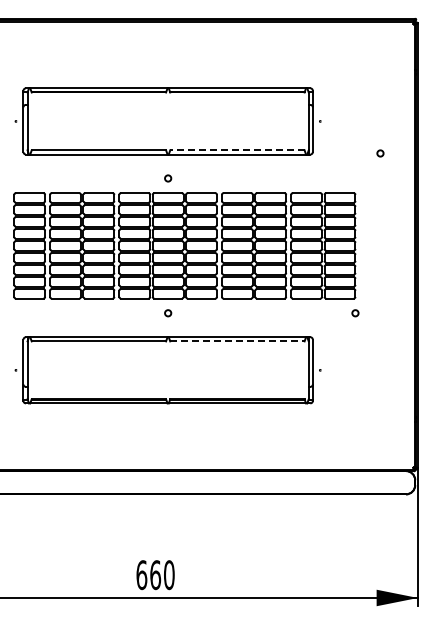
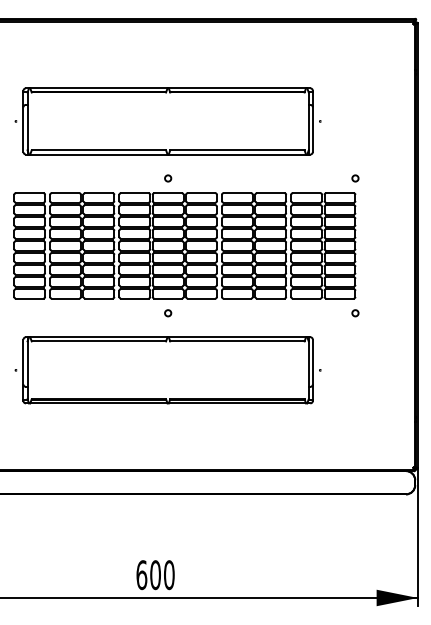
line at (236, 150): dashed -> solid
circle at (380, 153) position: (380, 153) -> (355, 178)
line at (237, 341): dashed -> solid
text at (155, 574): 660 -> 600
